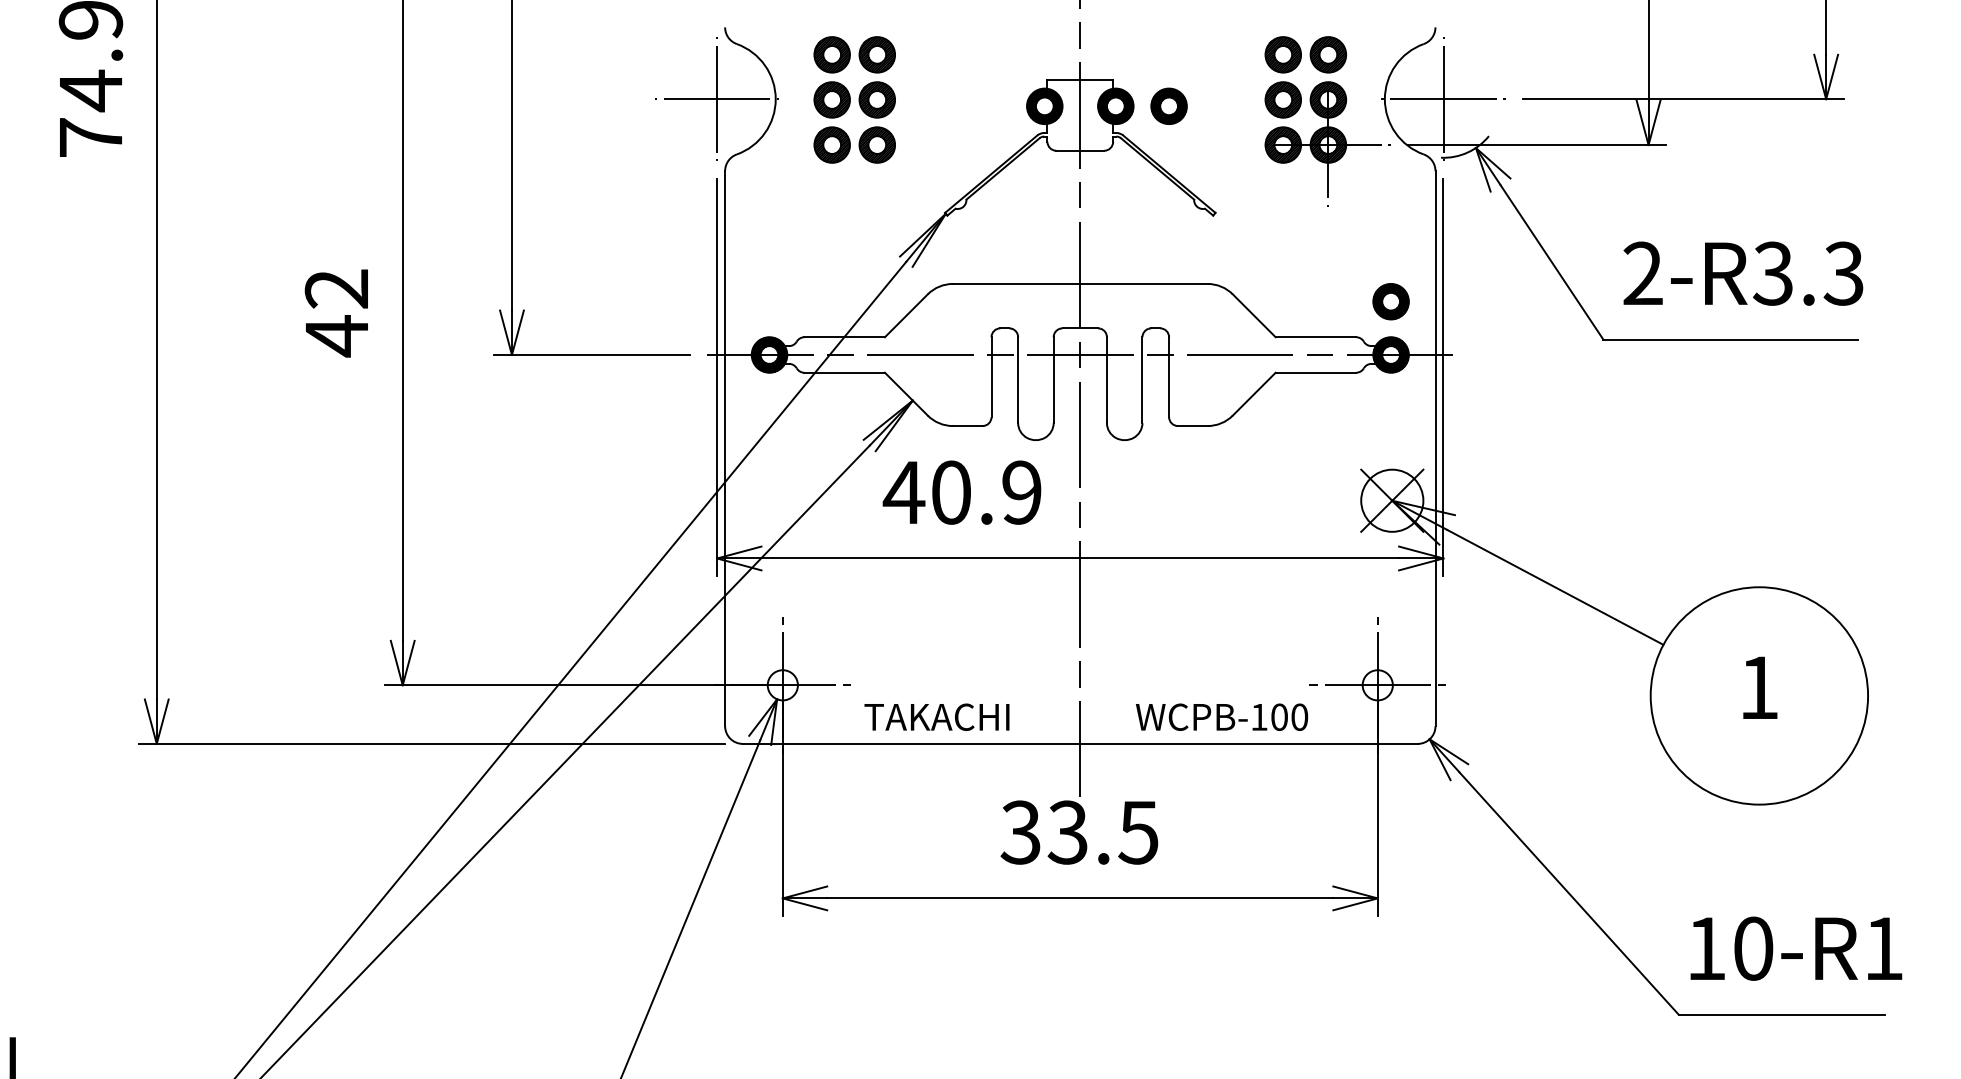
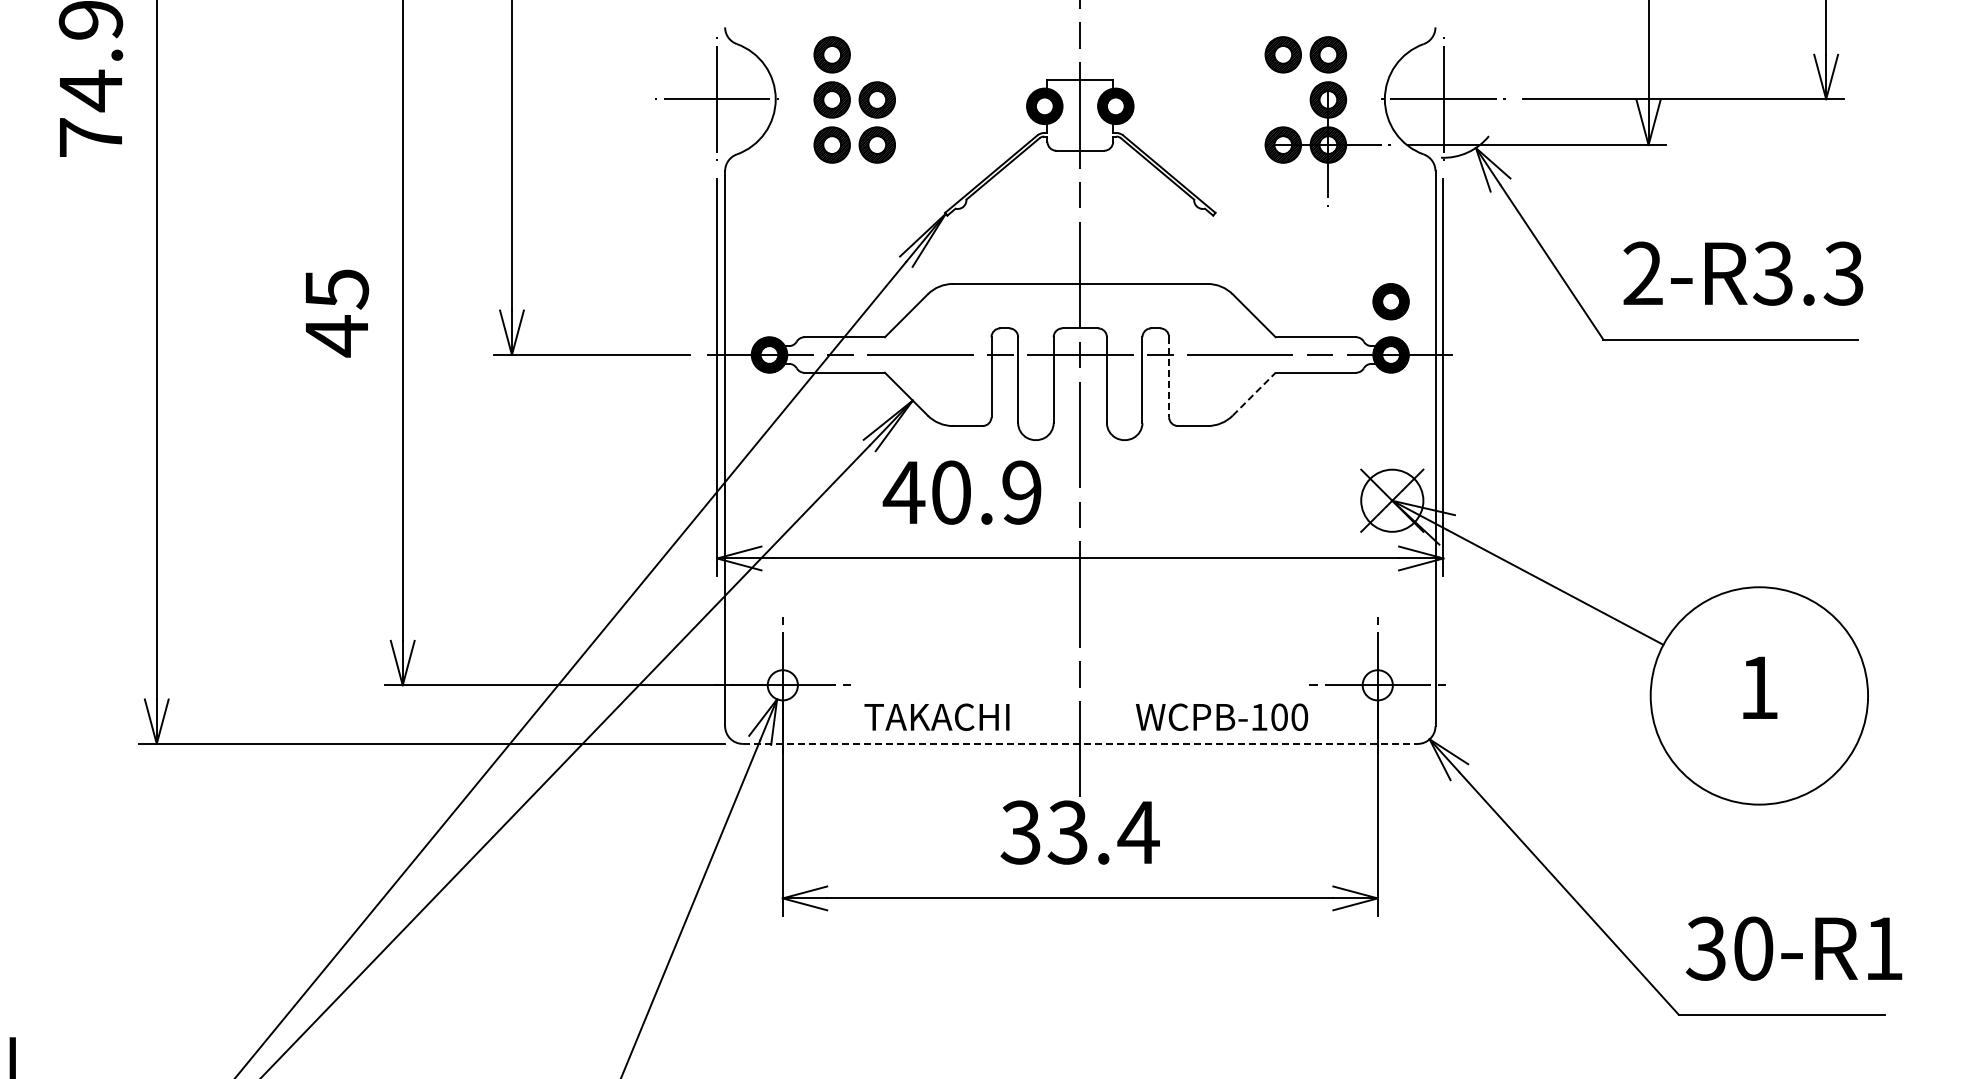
part at (876, 54): present -> none
part at (1282, 99): present -> none
part at (1168, 105): present -> none
text at (336, 289): 42 -> 45
line at (1169, 377): solid -> dashed
line at (1254, 393): solid -> dashed
line at (1080, 743): solid -> dashed
text at (1138, 832): 33.5 -> 33.4
text at (1705, 948): 10-R1 -> 30-R1
